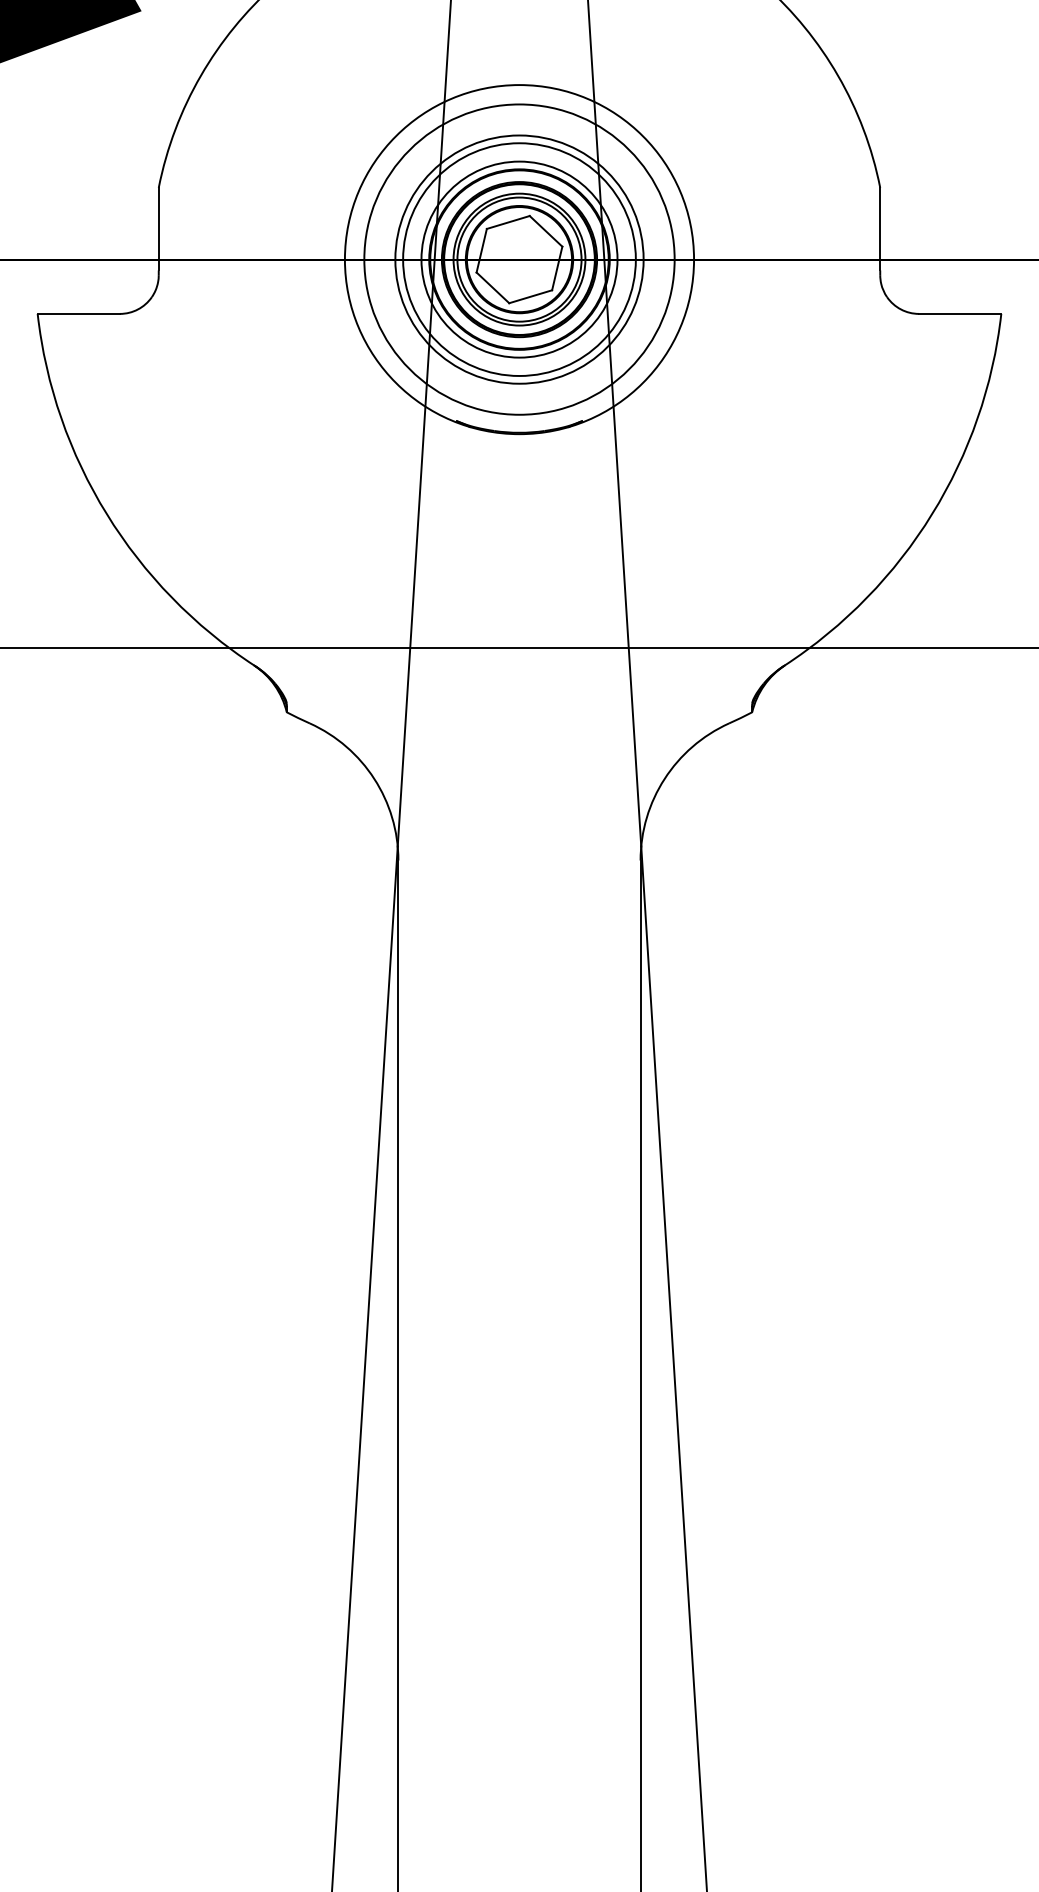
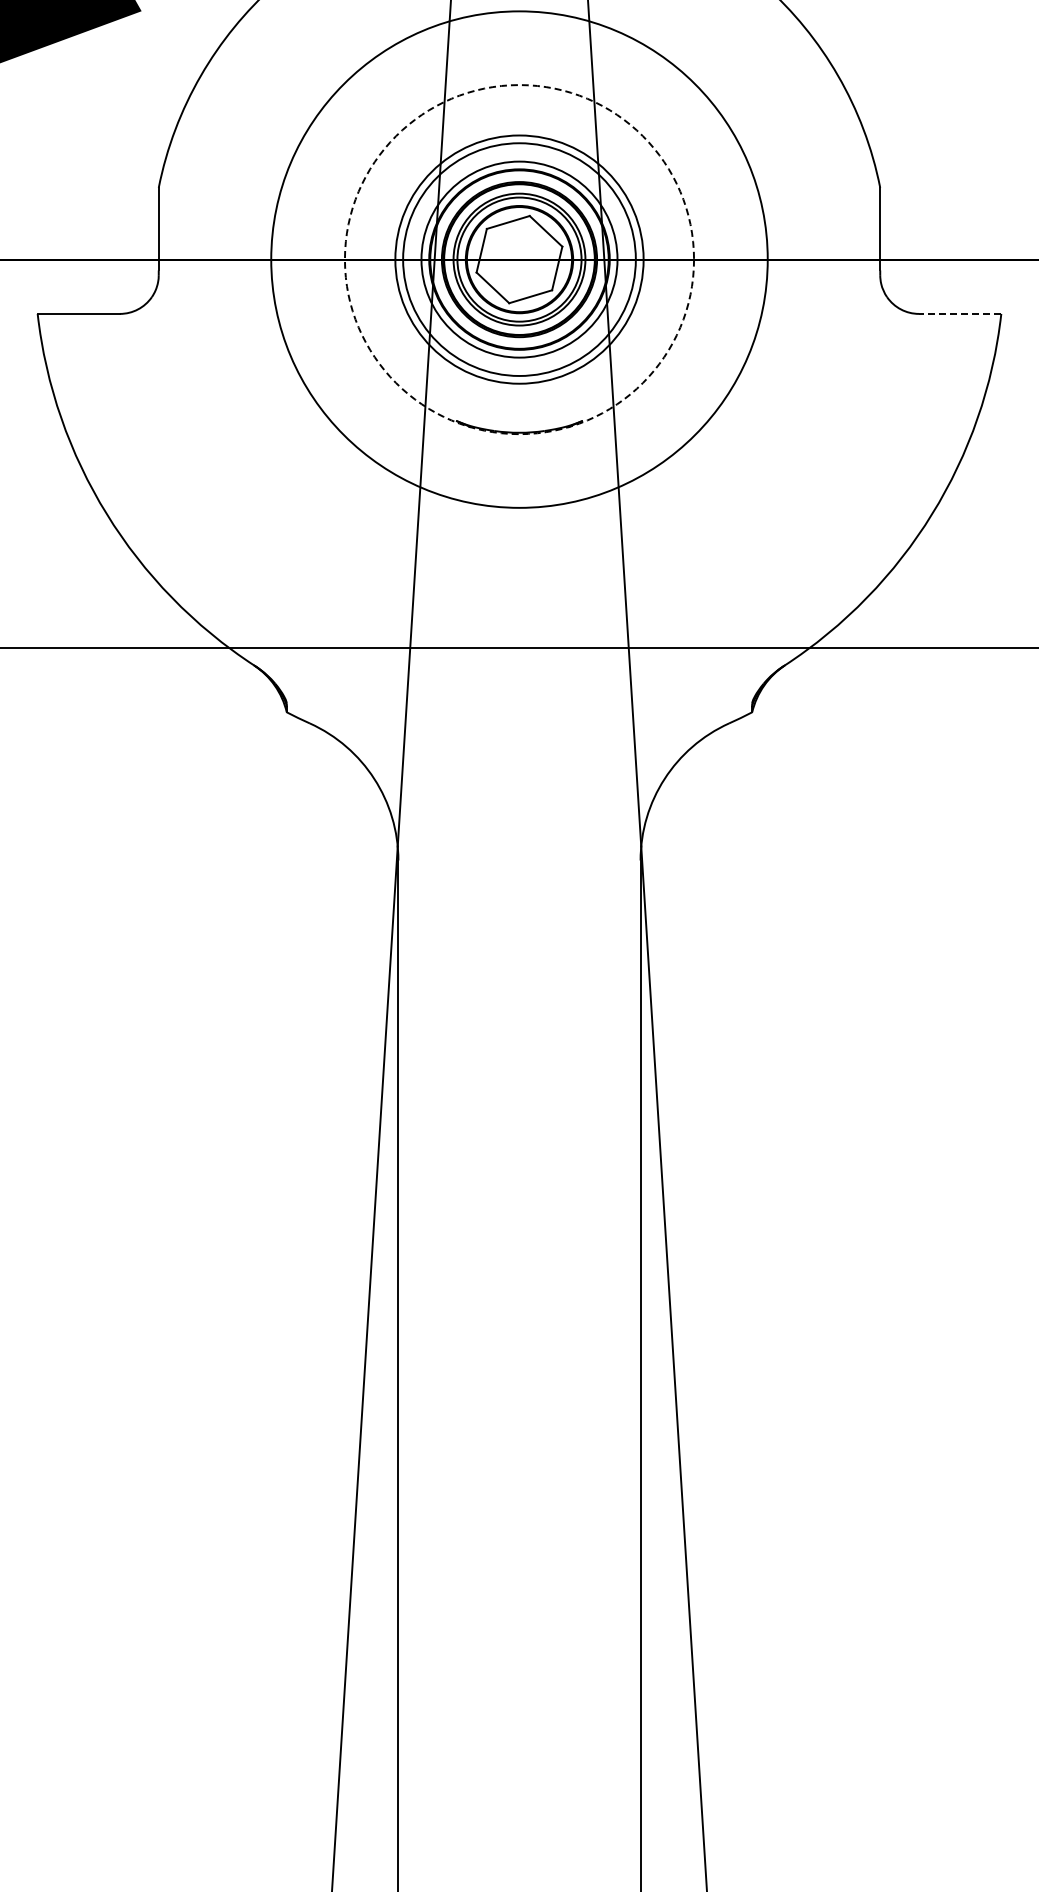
circle at (519, 259) diameter: 310 px -> 497 px
circle at (519, 259): solid -> dashed
line at (959, 313): solid -> dashed
